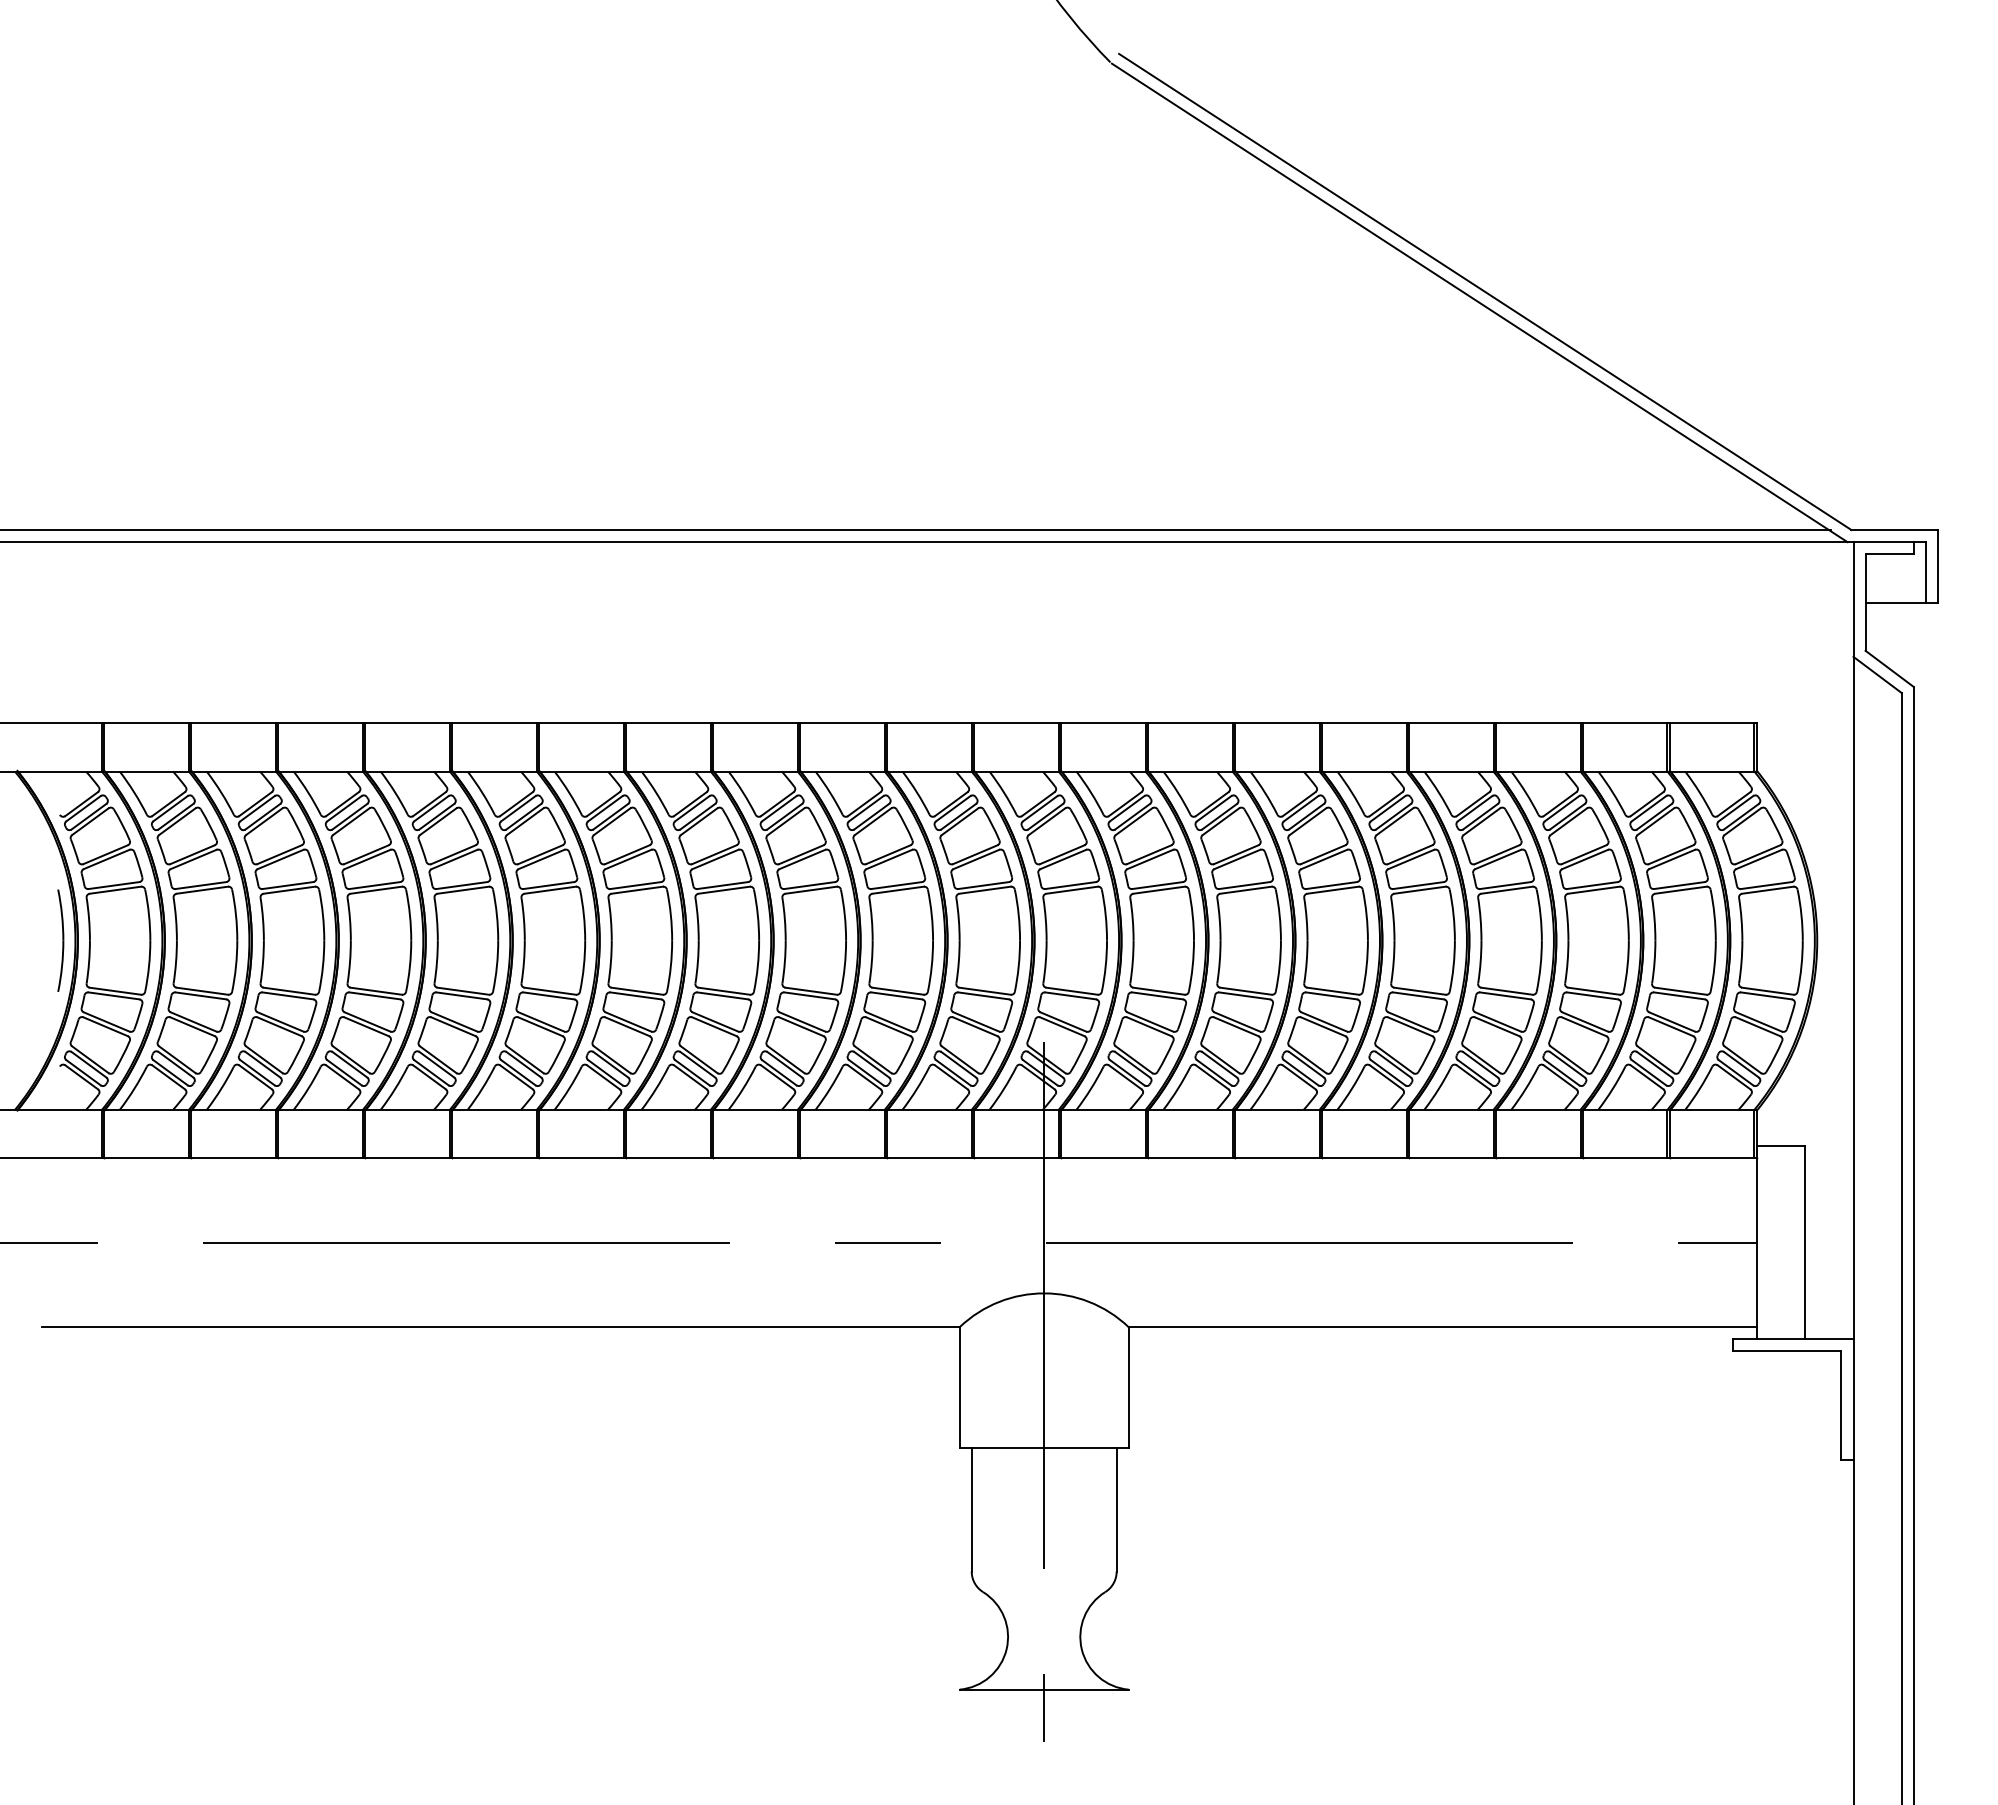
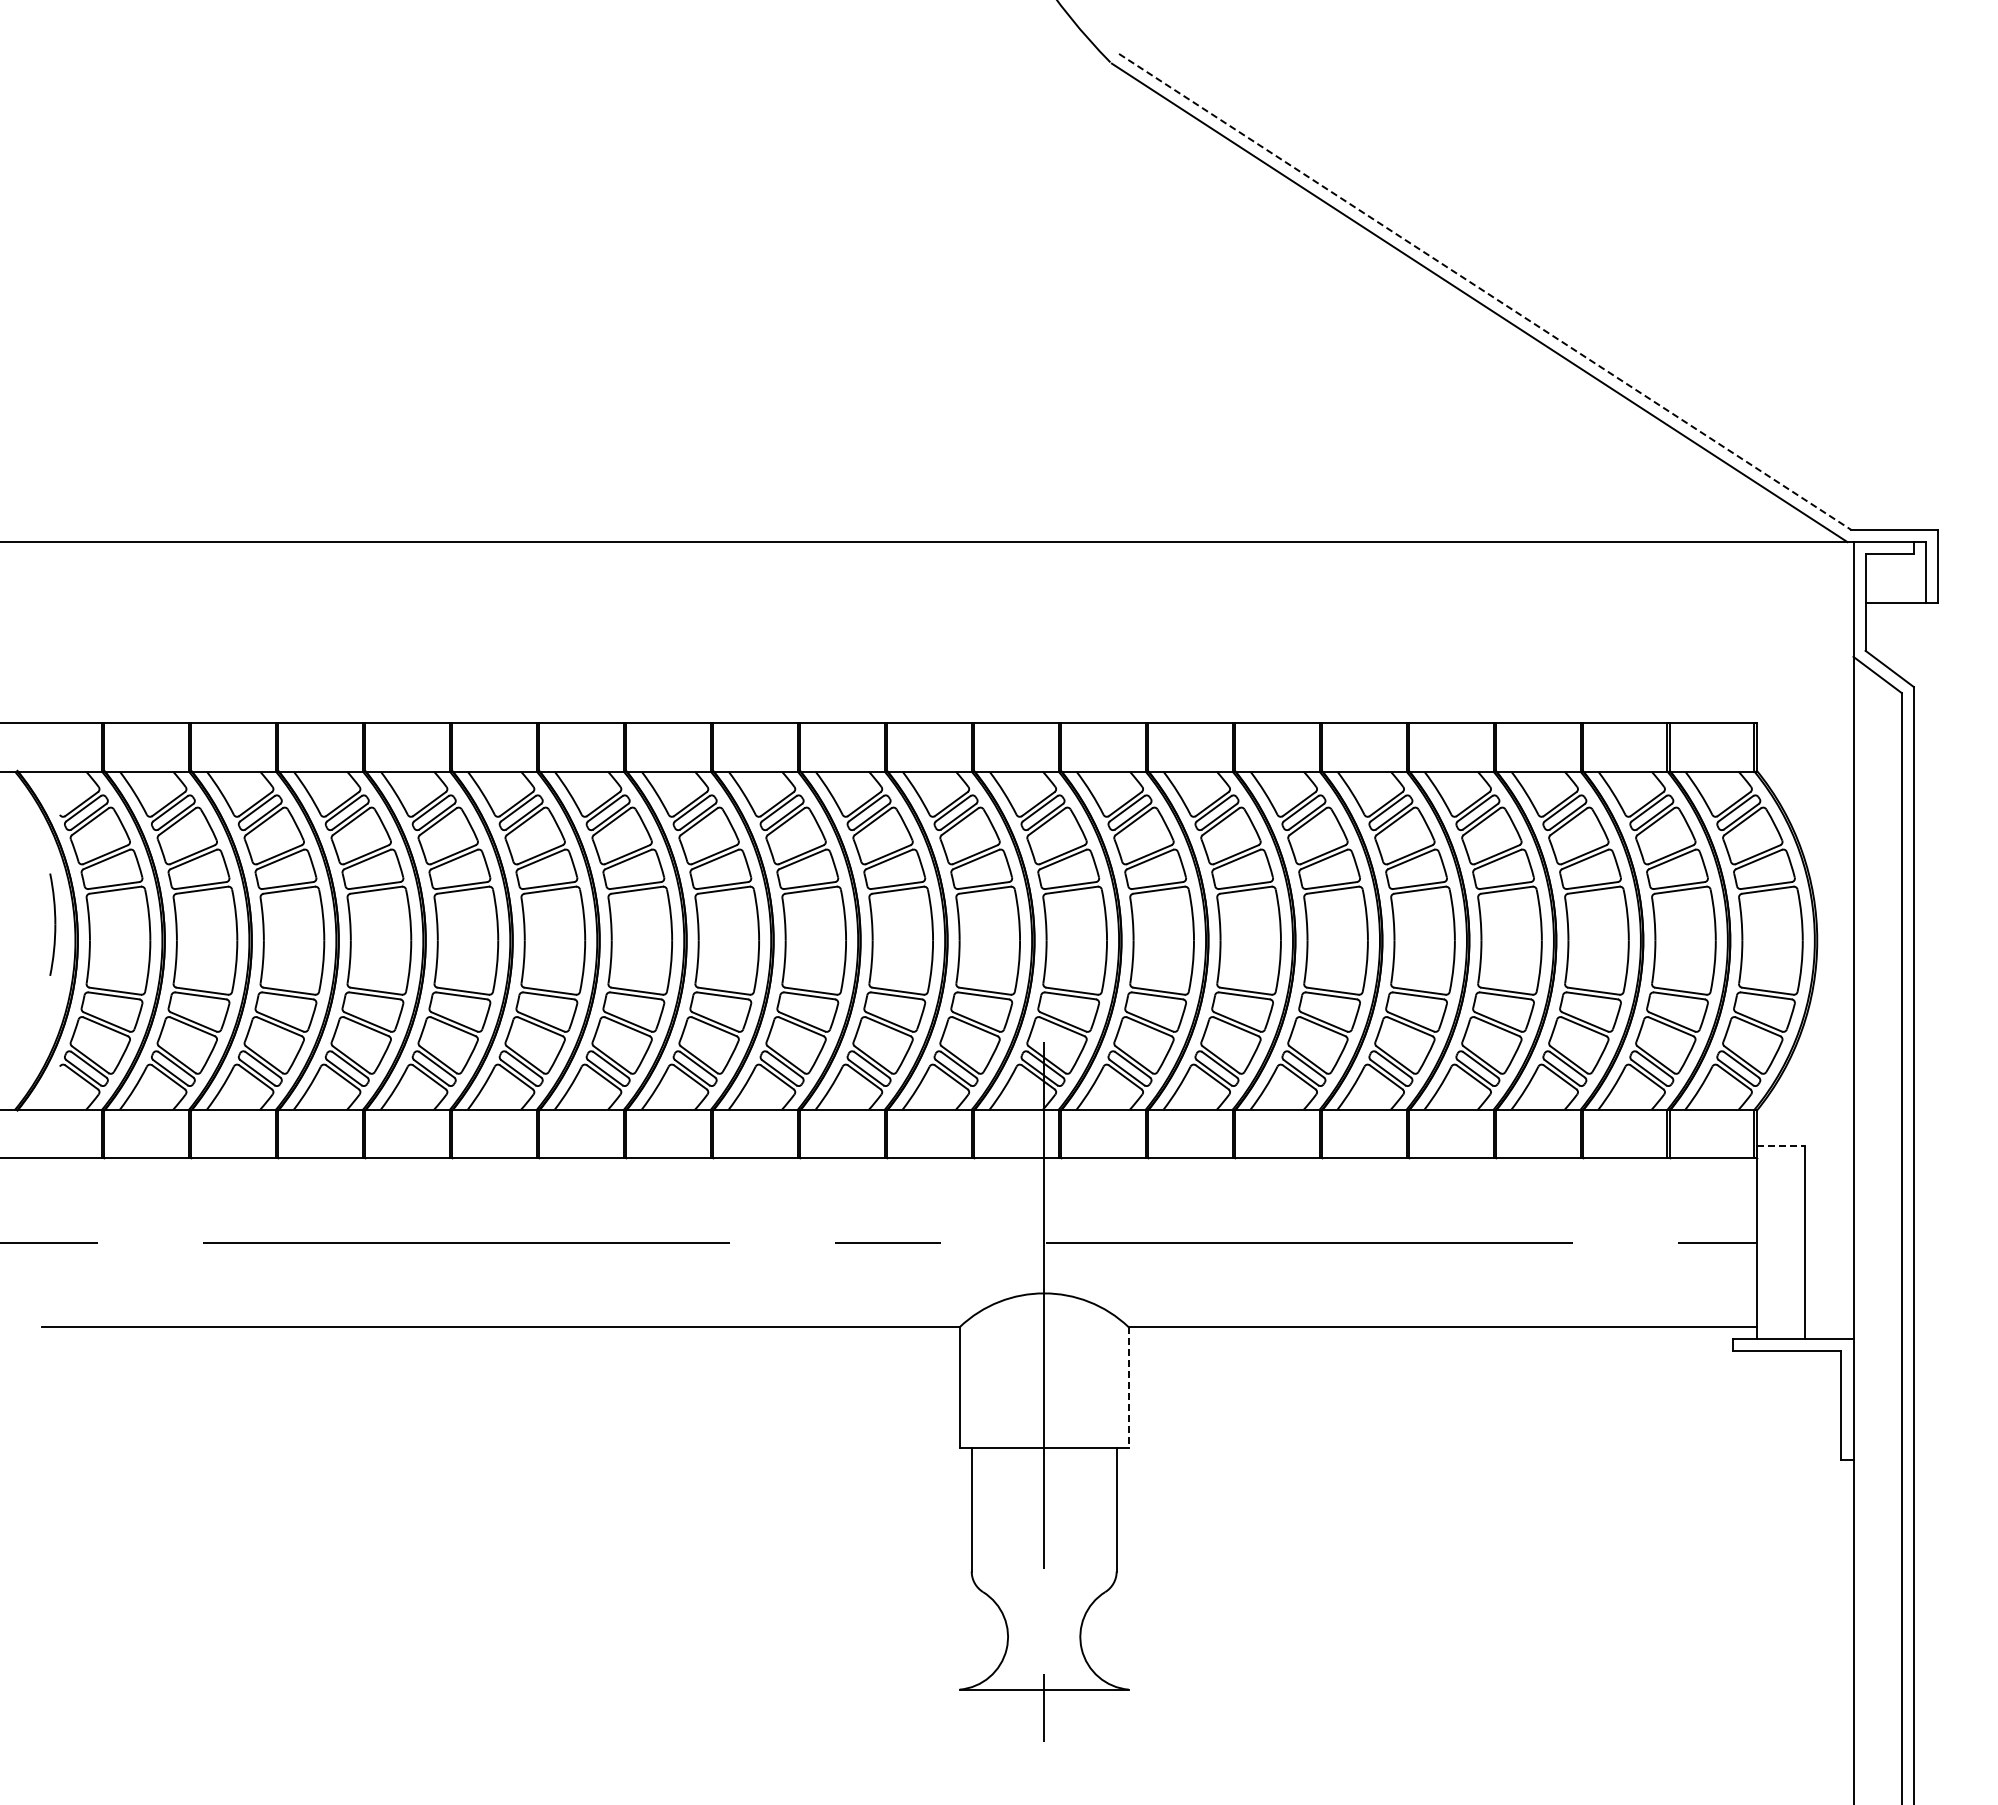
line at (1485, 291): solid -> dashed
line at (916, 530): present -> none
part at (60, 940) position: (60, 940) -> (52, 924)
line at (1781, 1146): solid -> dashed
line at (1128, 1388): solid -> dashed
